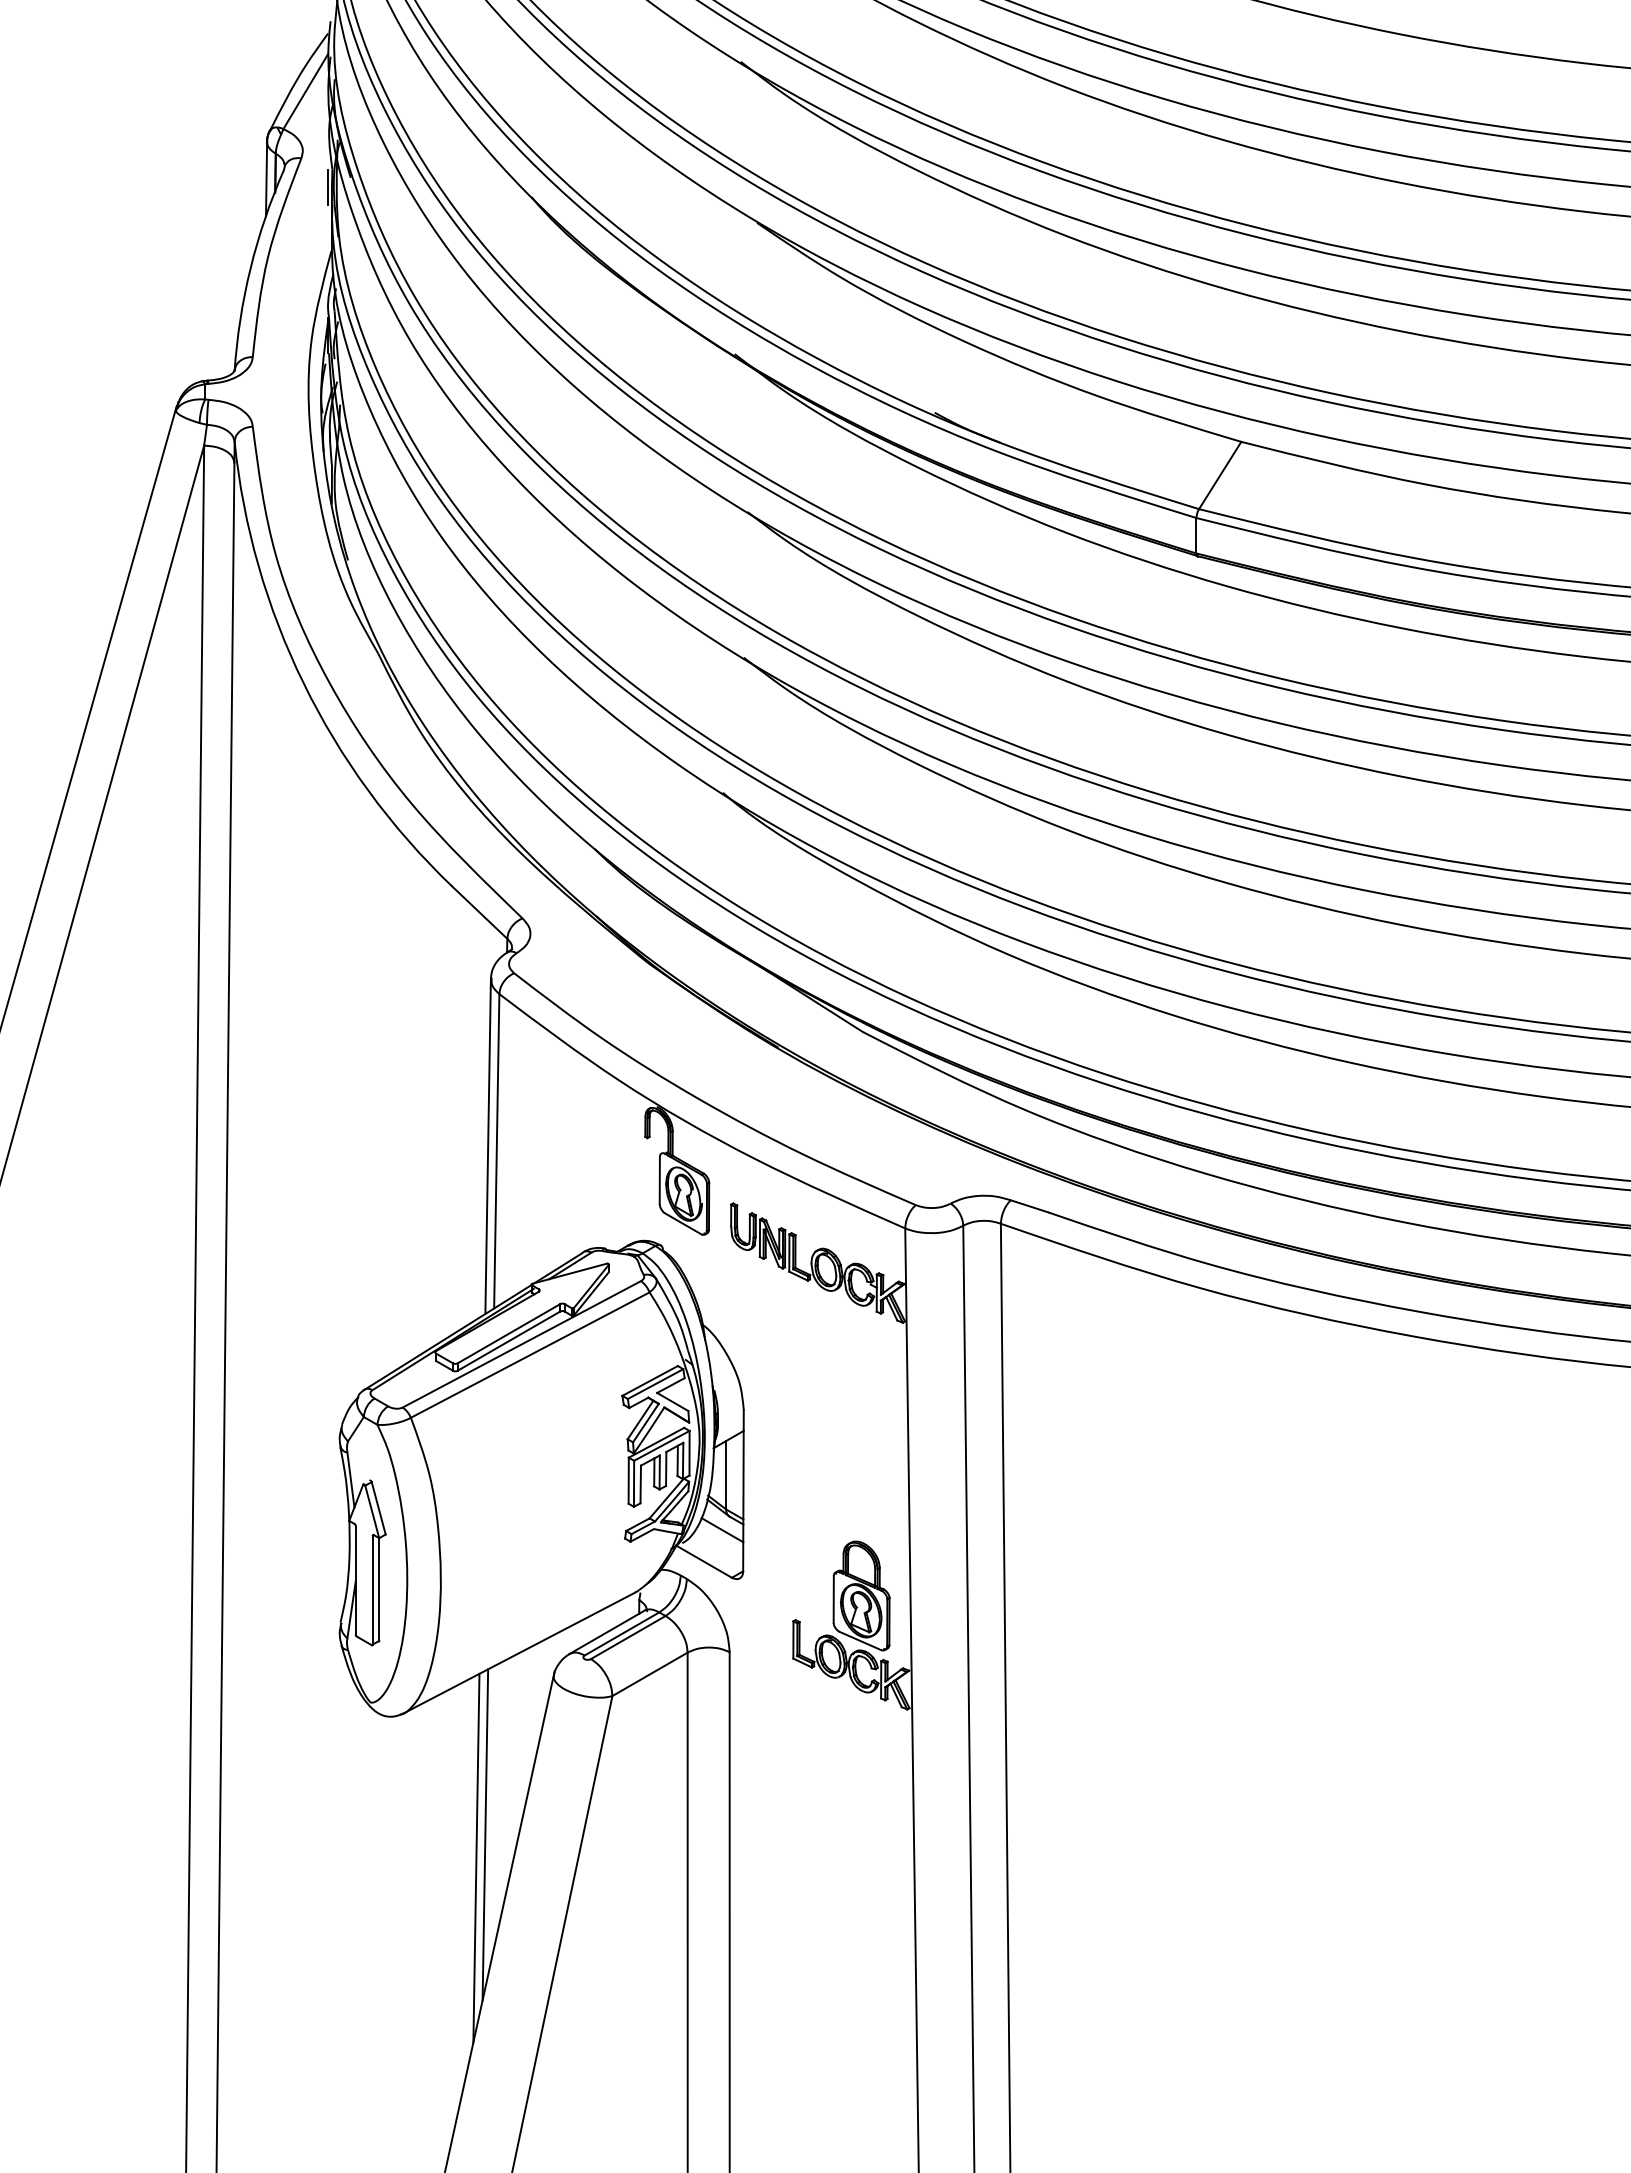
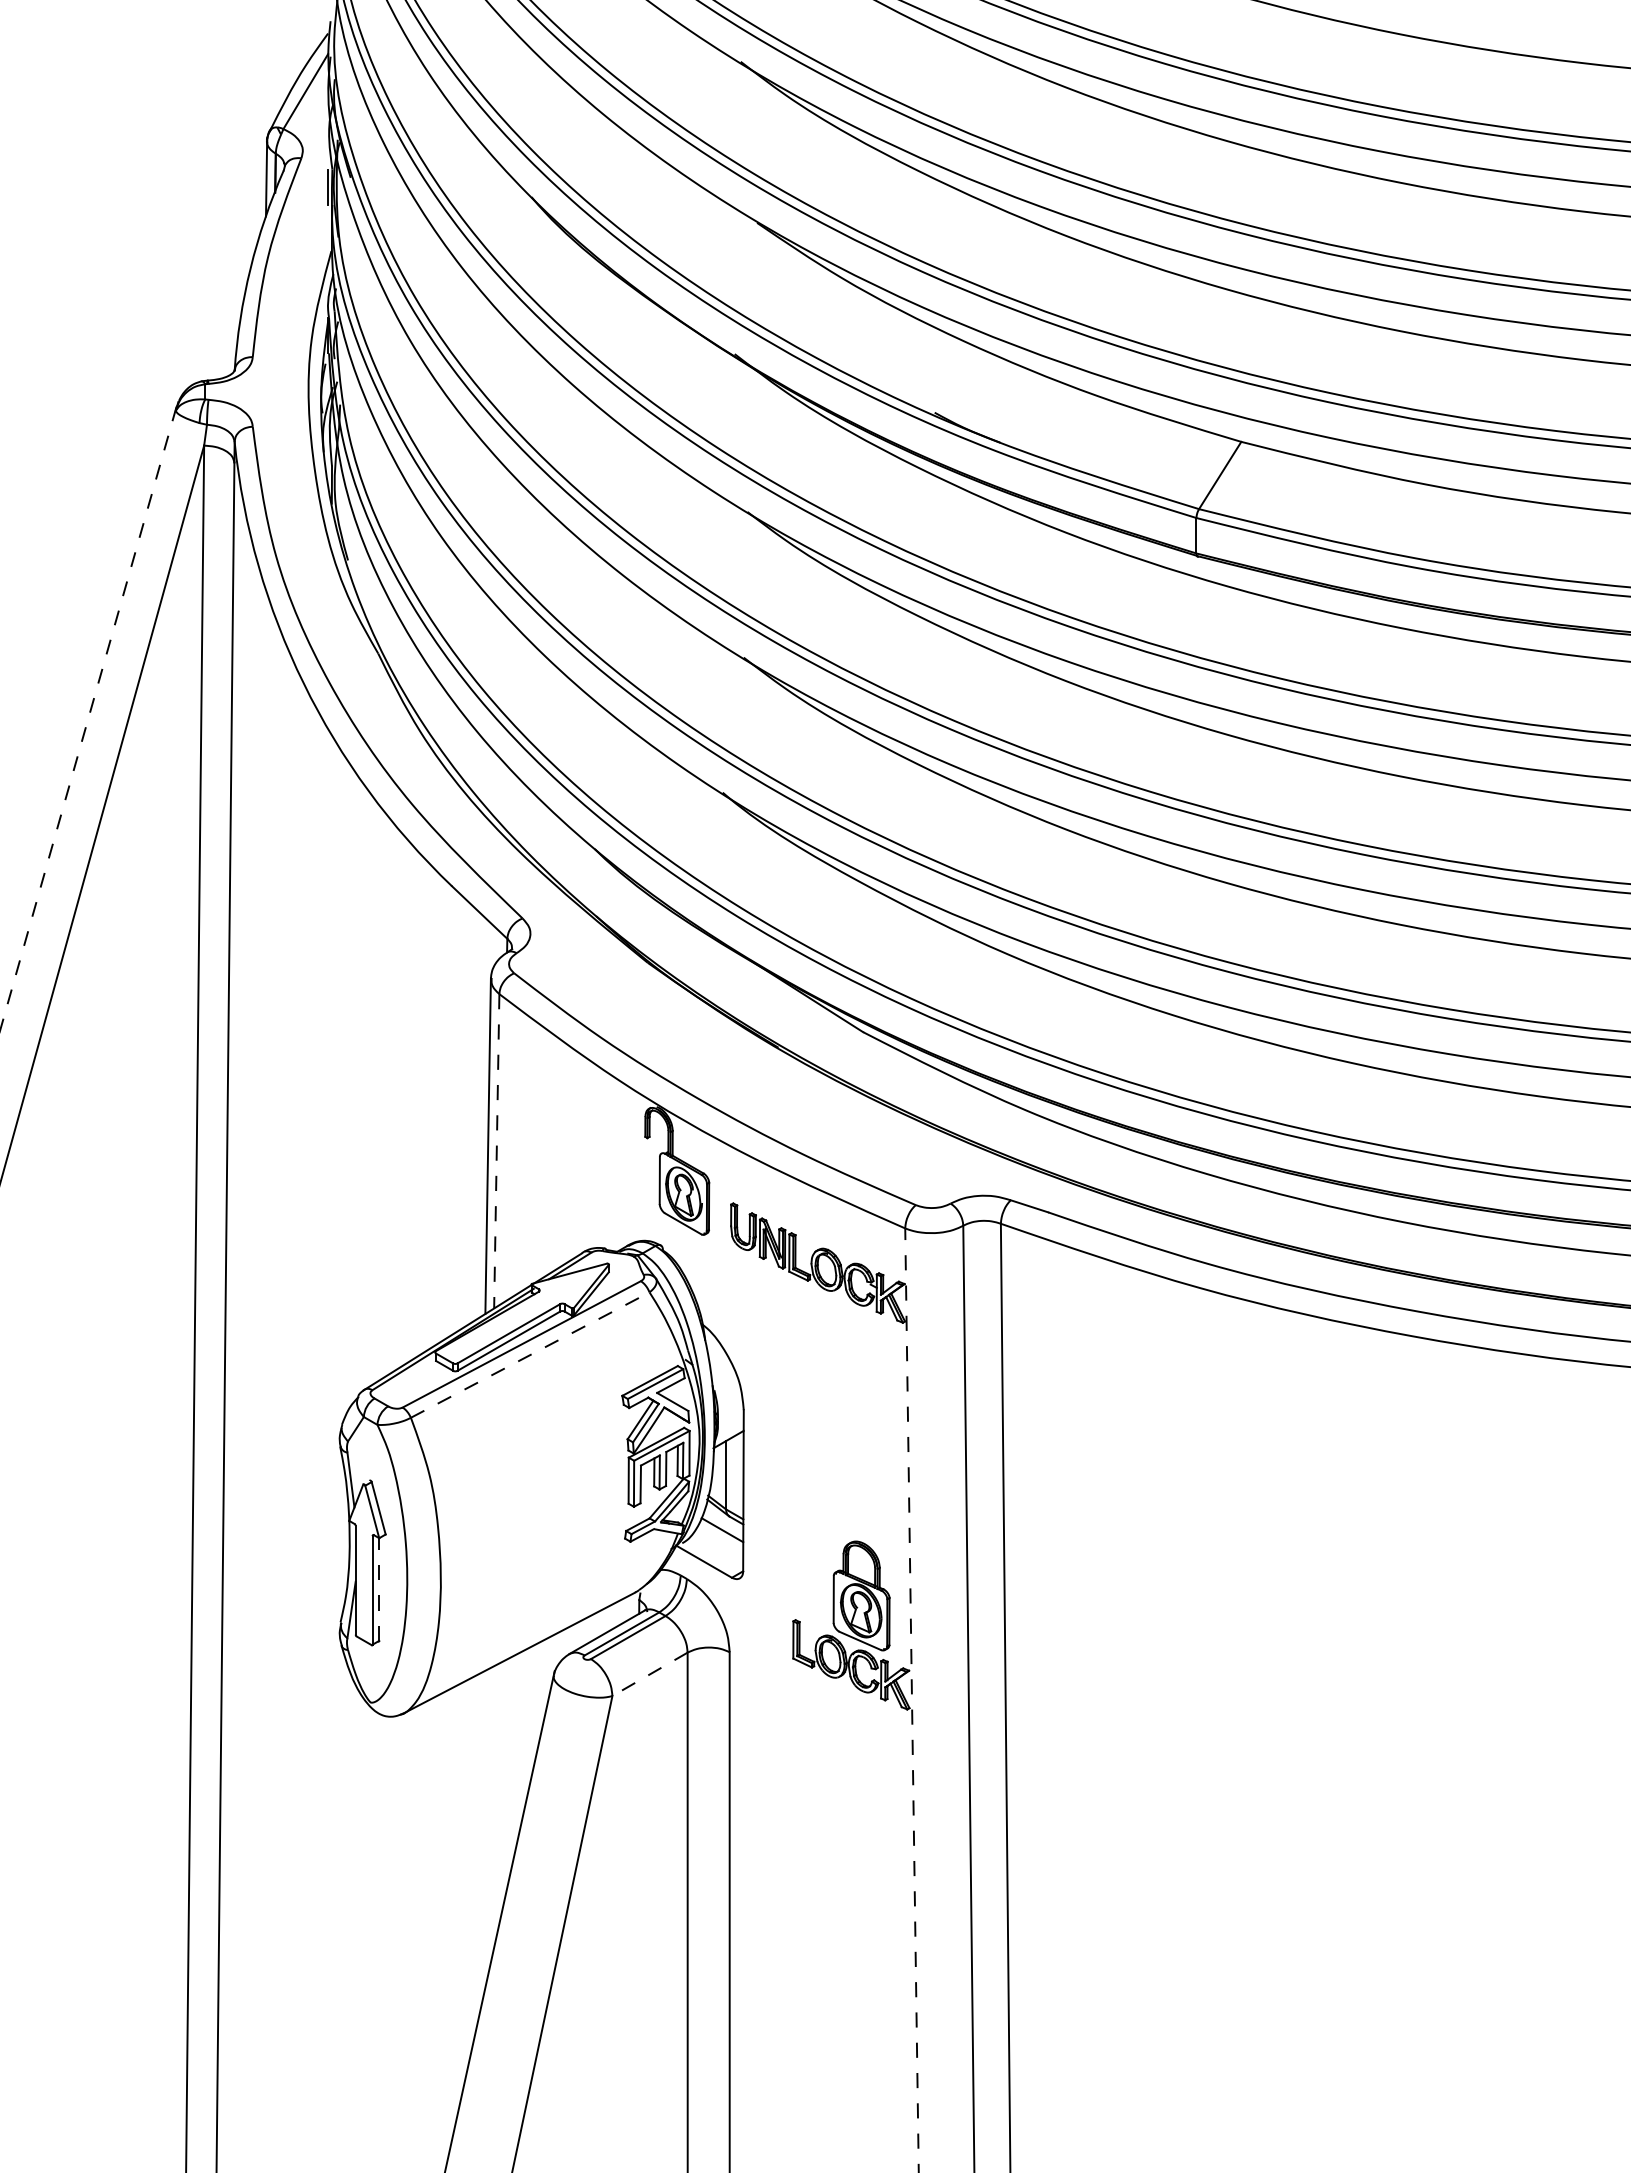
line at (88, 719): solid -> dashed
line at (496, 1151): solid -> dashed
line at (530, 1355): solid -> dashed
line at (379, 1589): solid -> dashed
line at (649, 1674): solid -> dashed
line at (912, 1700): solid -> dashed
line at (485, 1834): present -> none
line at (476, 1857): present -> none
